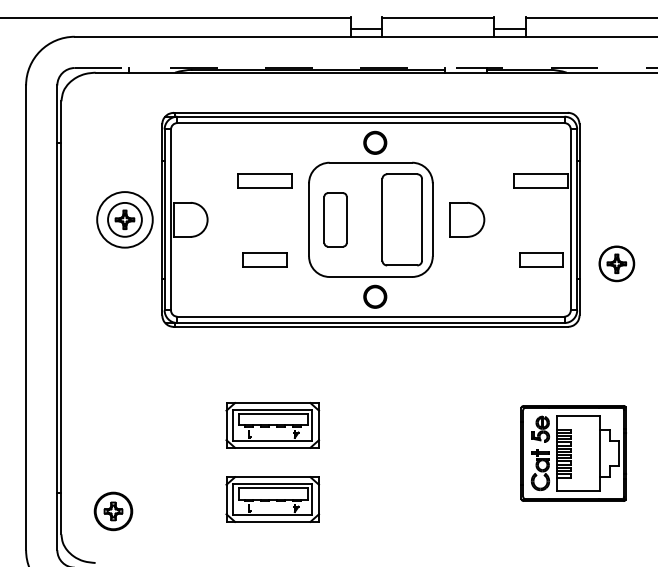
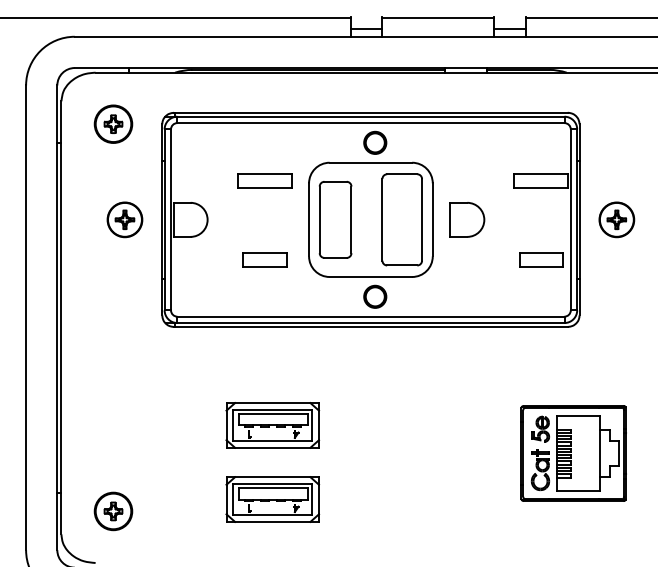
line at (366, 68): dashed -> solid
part at (113, 123): none -> present
circle at (124, 219) diameter: 56 px -> 35 px
part at (335, 219) size: 25x56 px -> 35x78 px
part at (616, 263) position: (616, 263) -> (616, 219)
